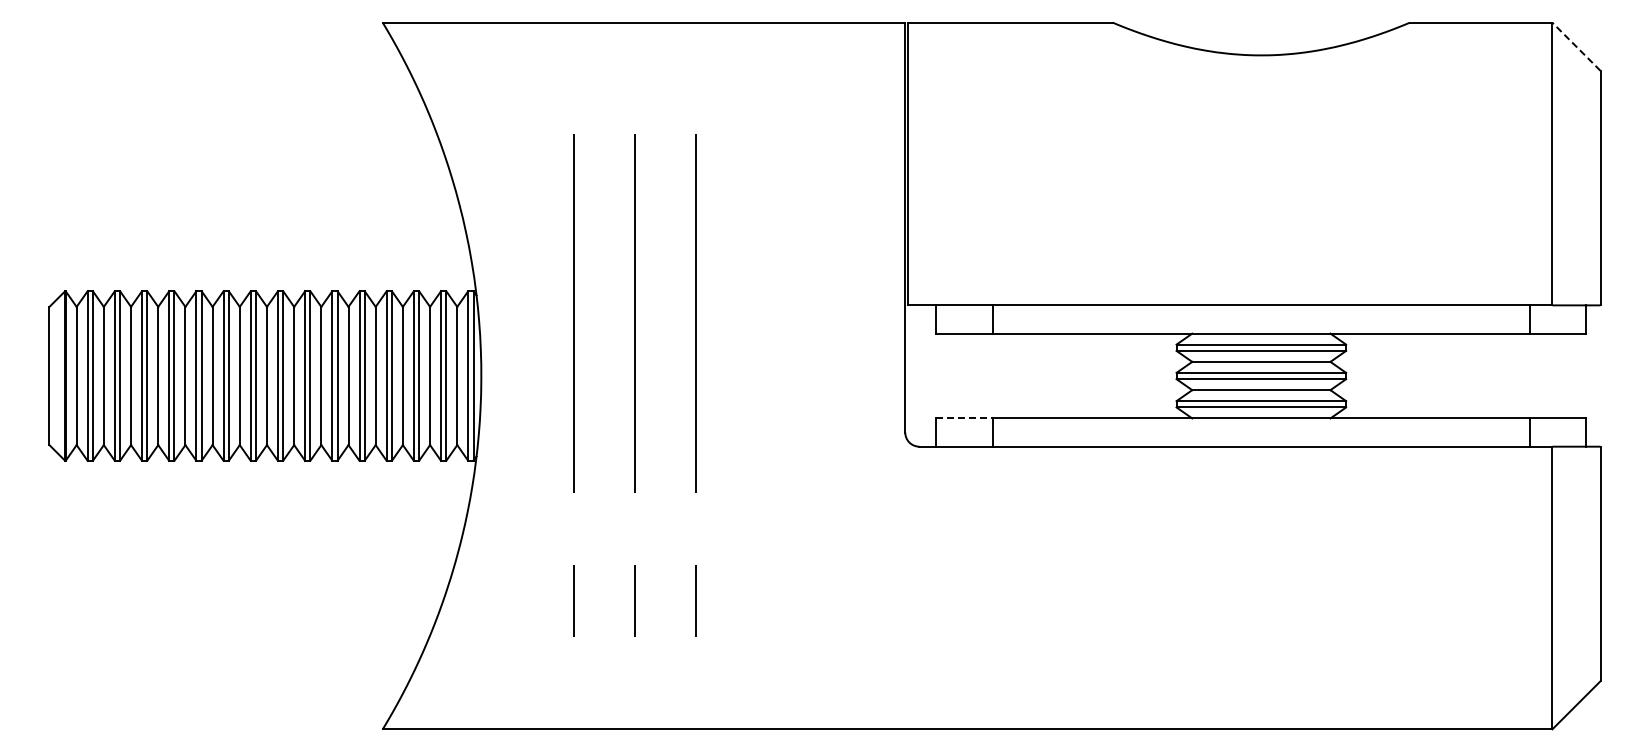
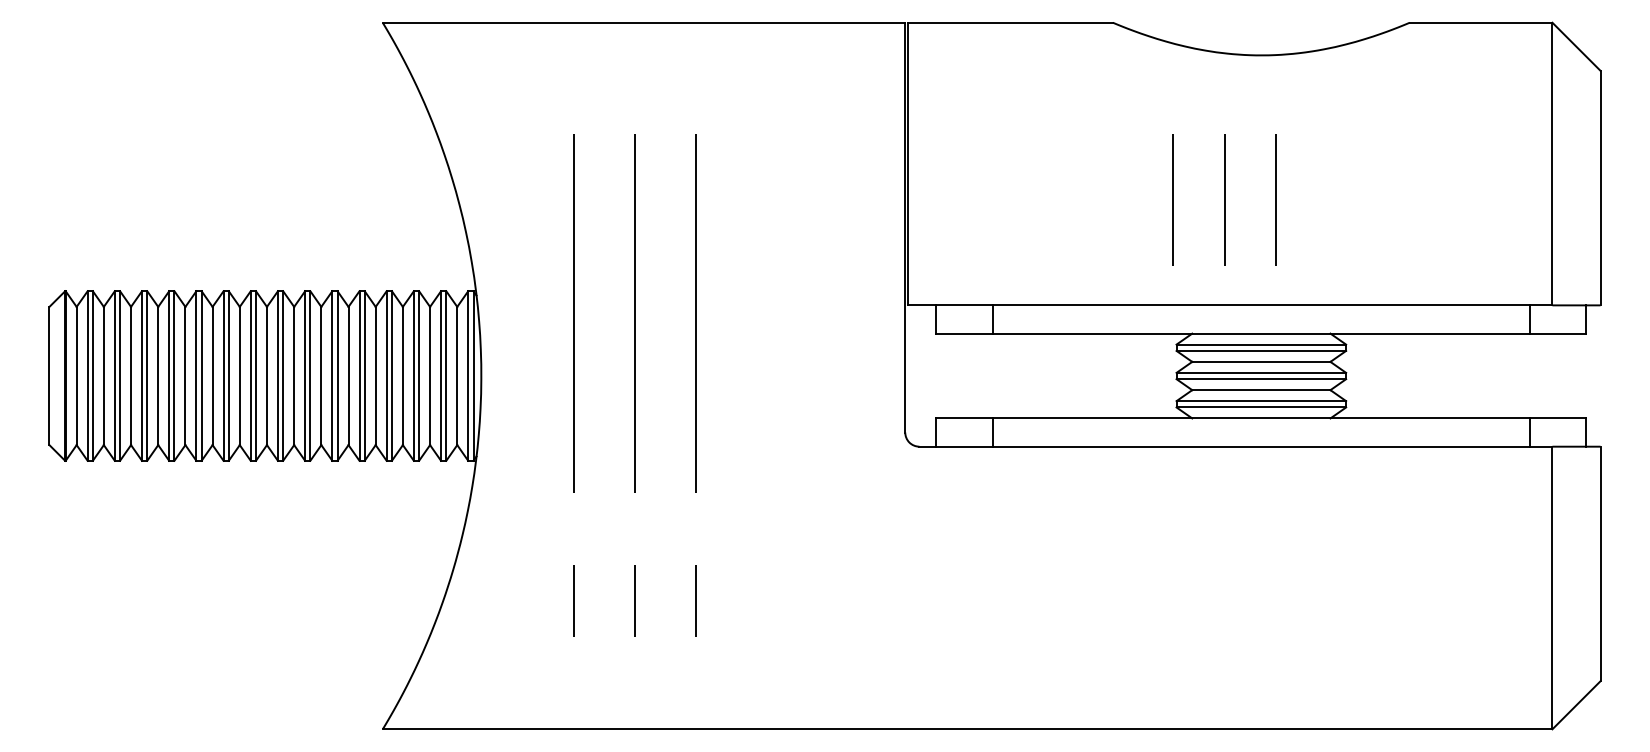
line at (1576, 46): dashed -> solid
line at (1172, 200): none -> present
line at (1224, 200): none -> present
line at (1276, 200): none -> present
line at (965, 418): dashed -> solid
